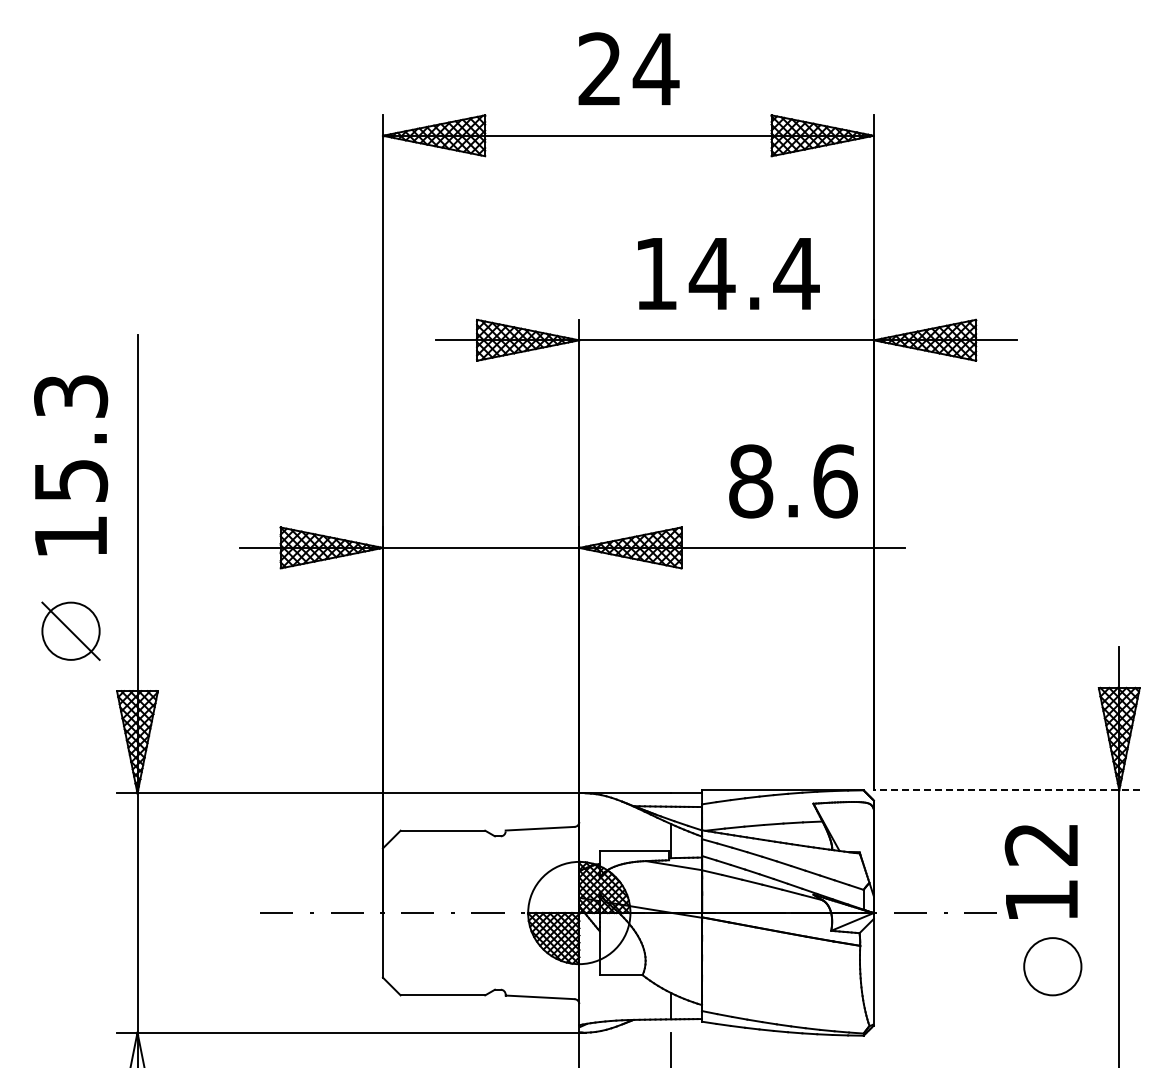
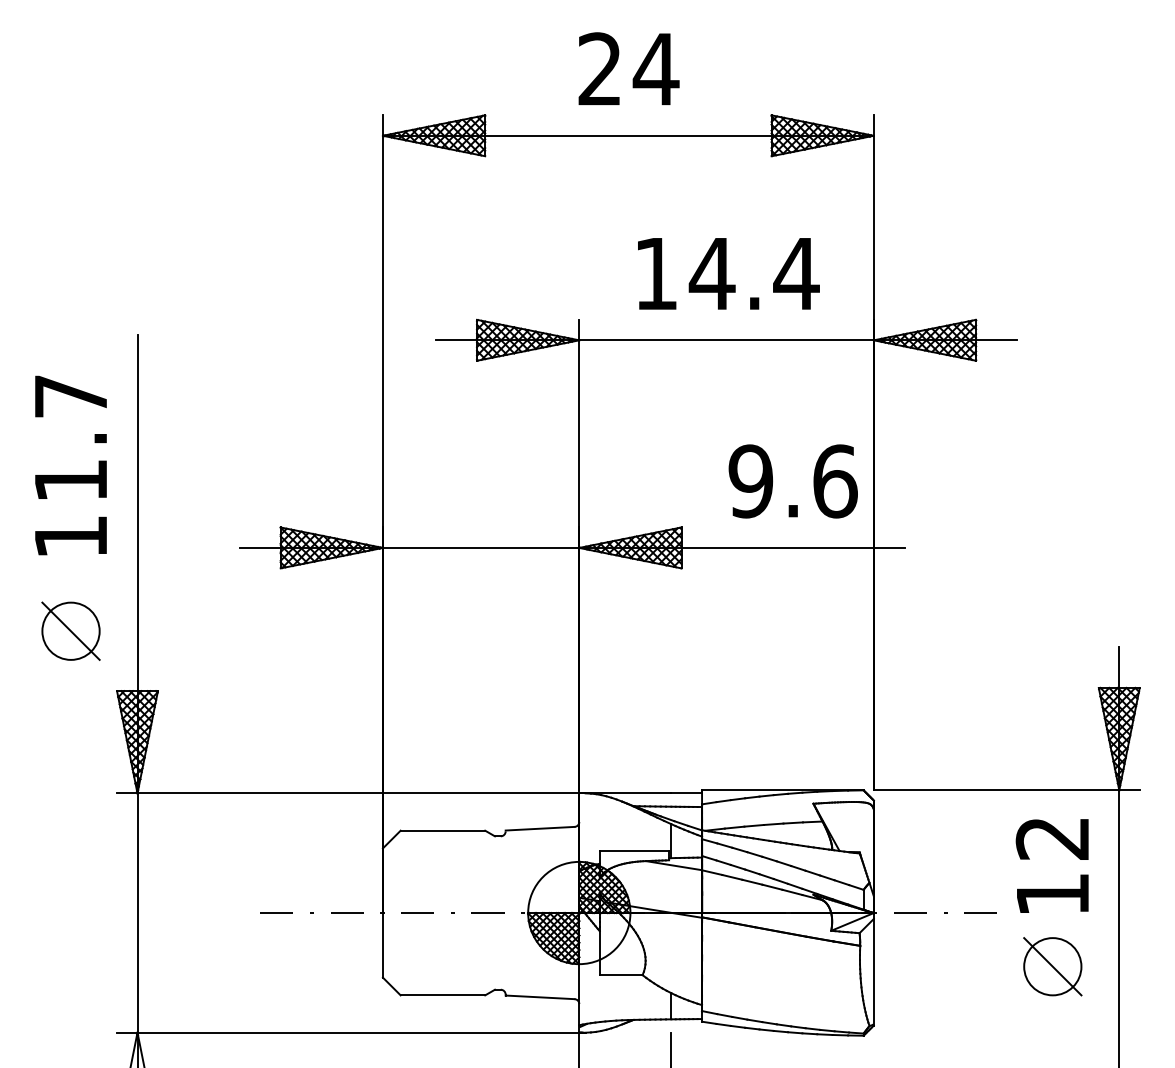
text at (71, 438): 15.3 -> 11.7
text at (750, 481): 8.6 -> 9.6
line at (1006, 790): dashed -> solid
text at (1040, 871) position: (1040, 871) -> (1051, 865)
line at (1052, 966): none -> present
